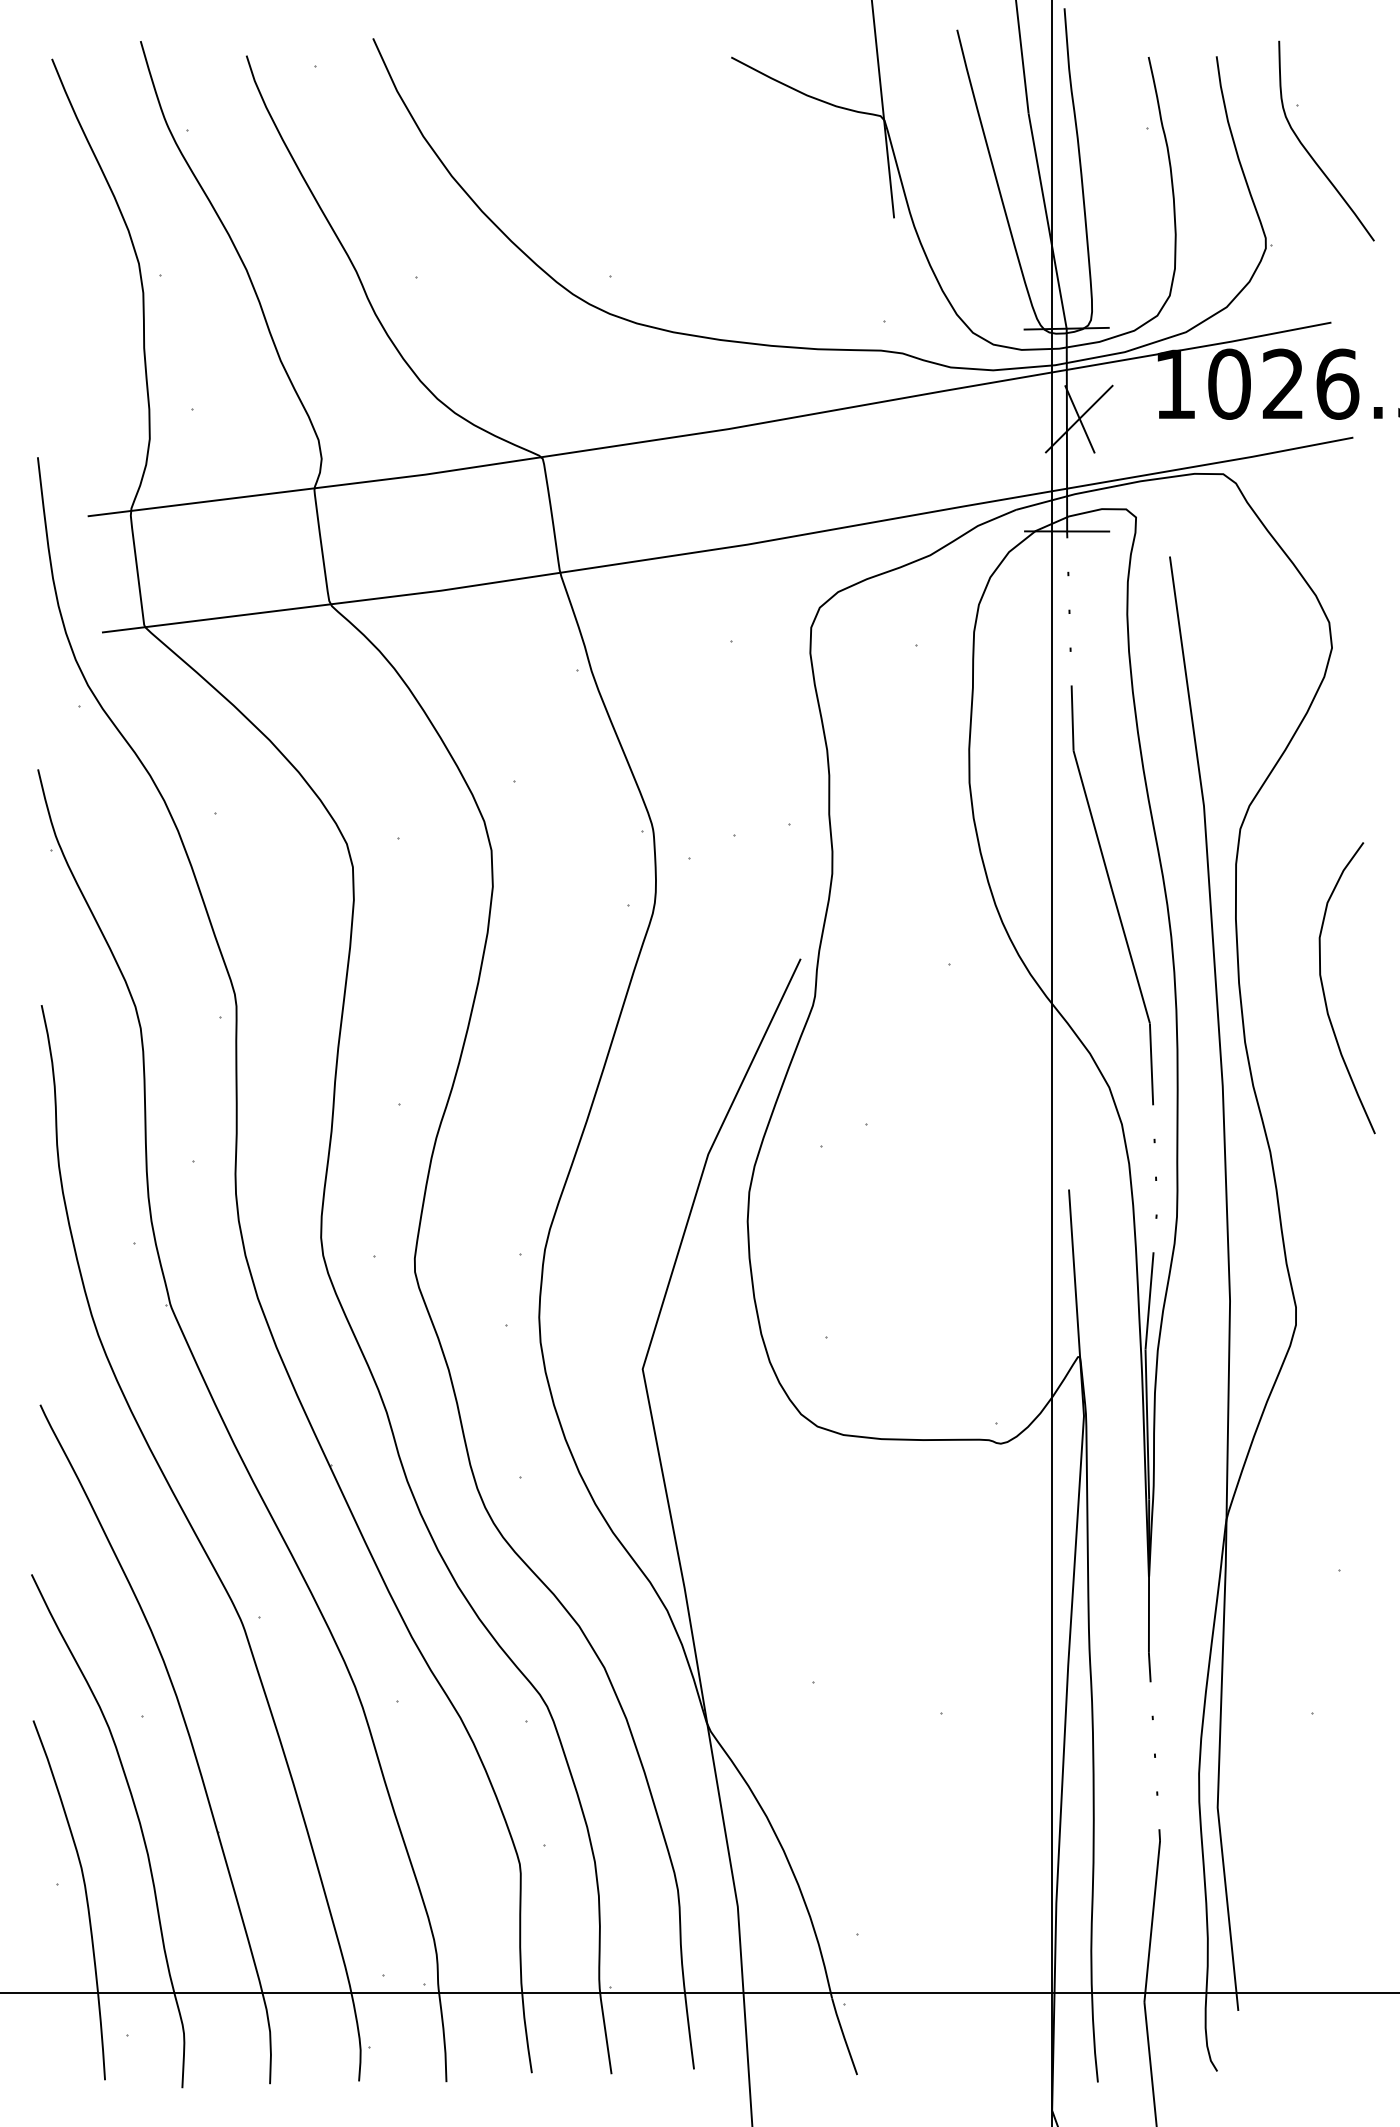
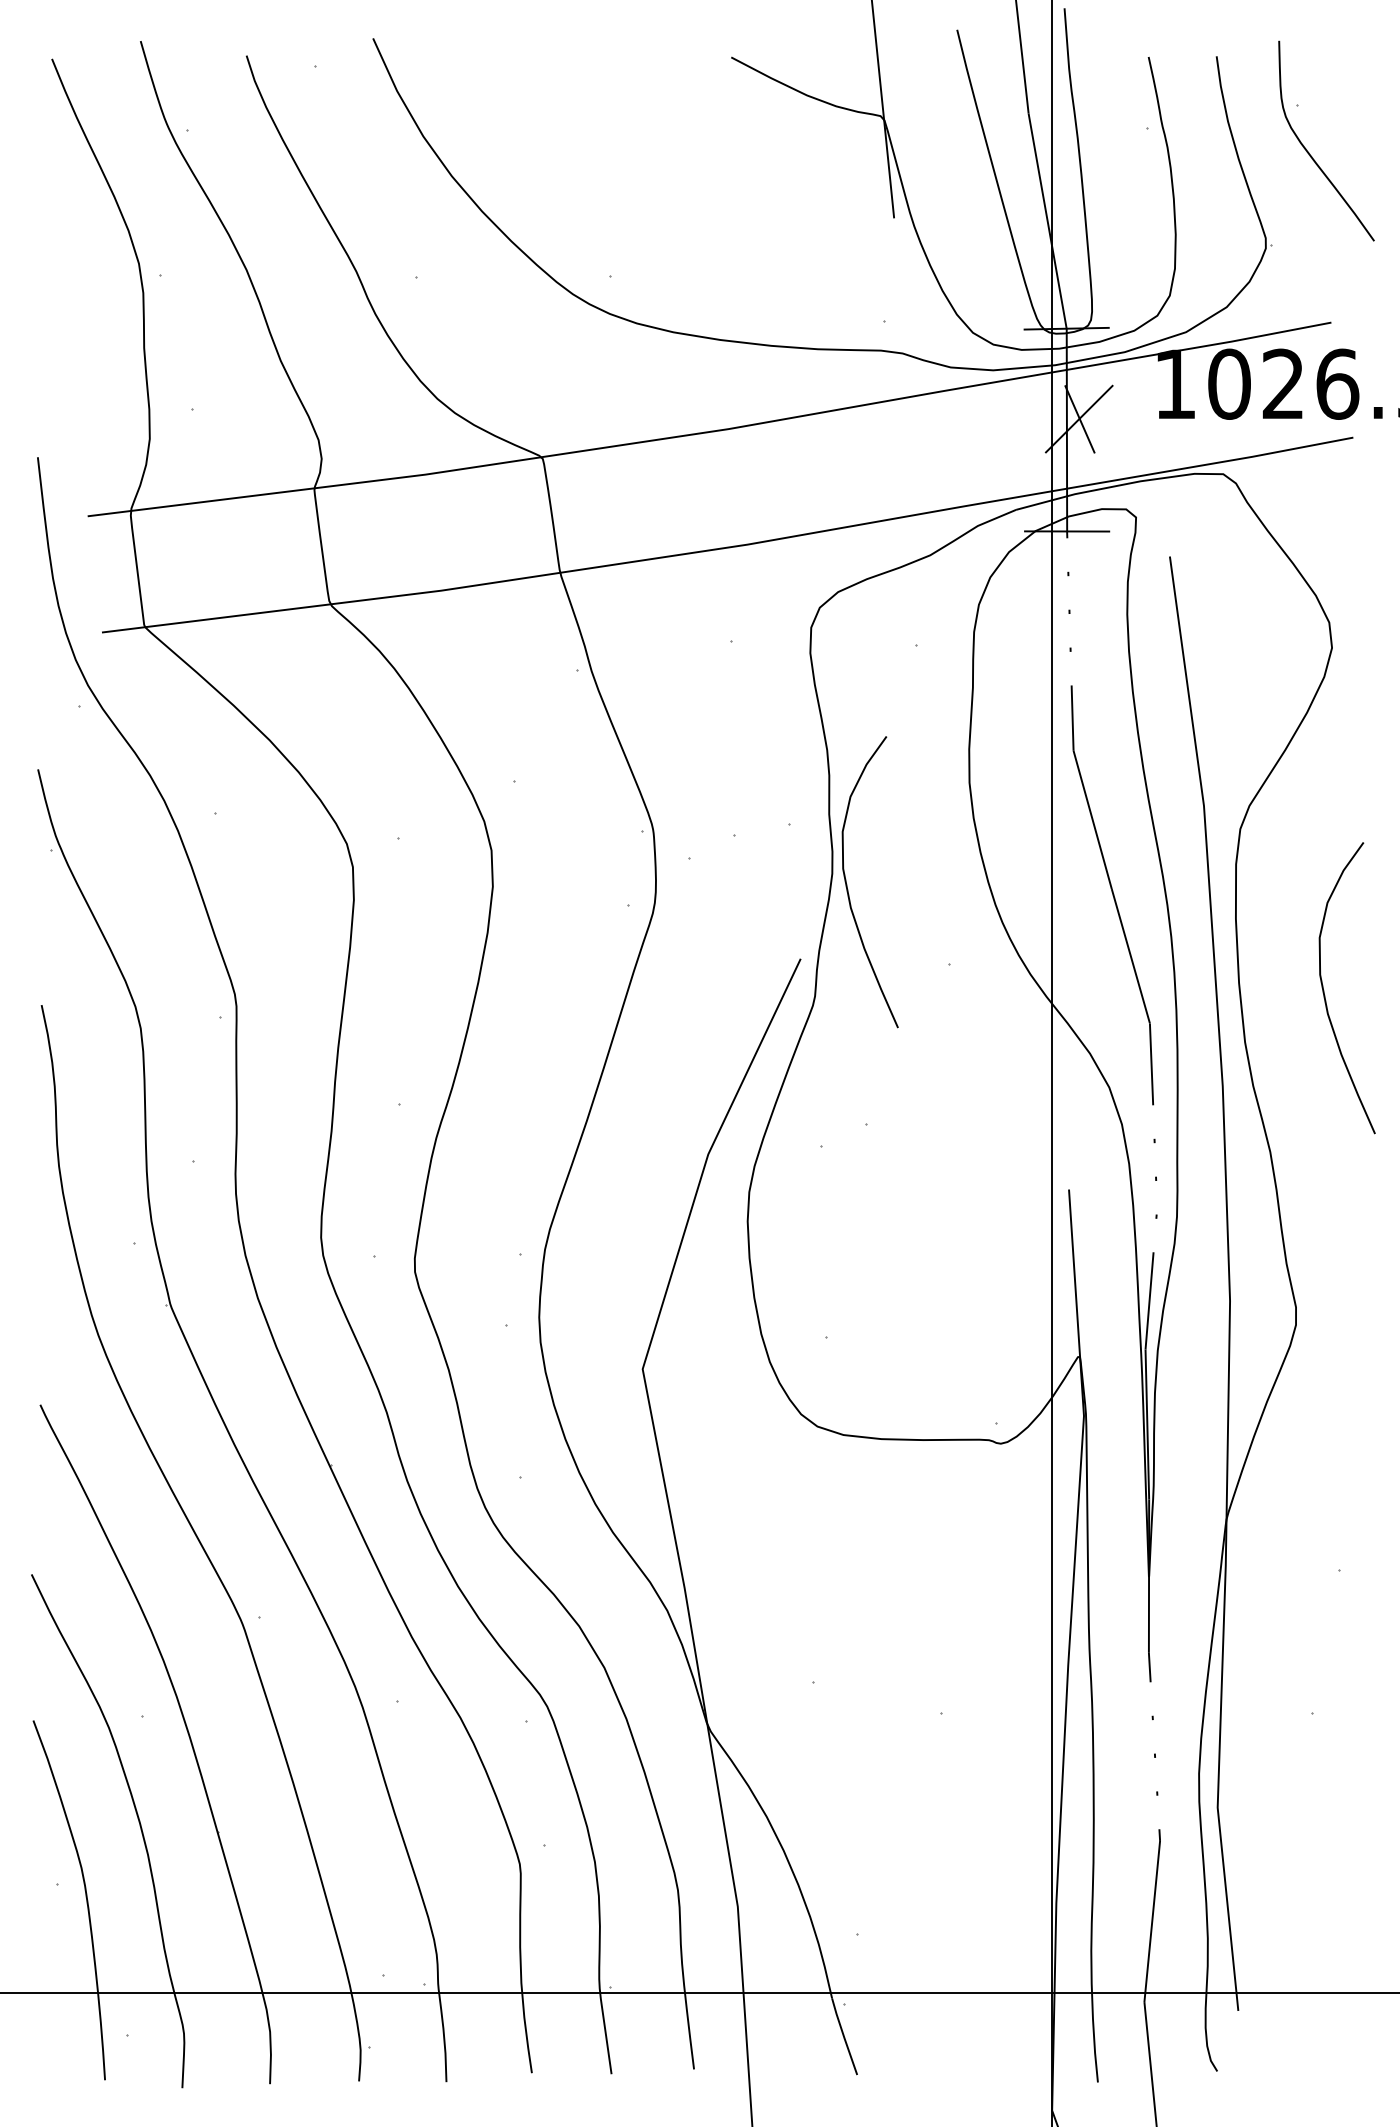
curve at (847, 884): none -> present
